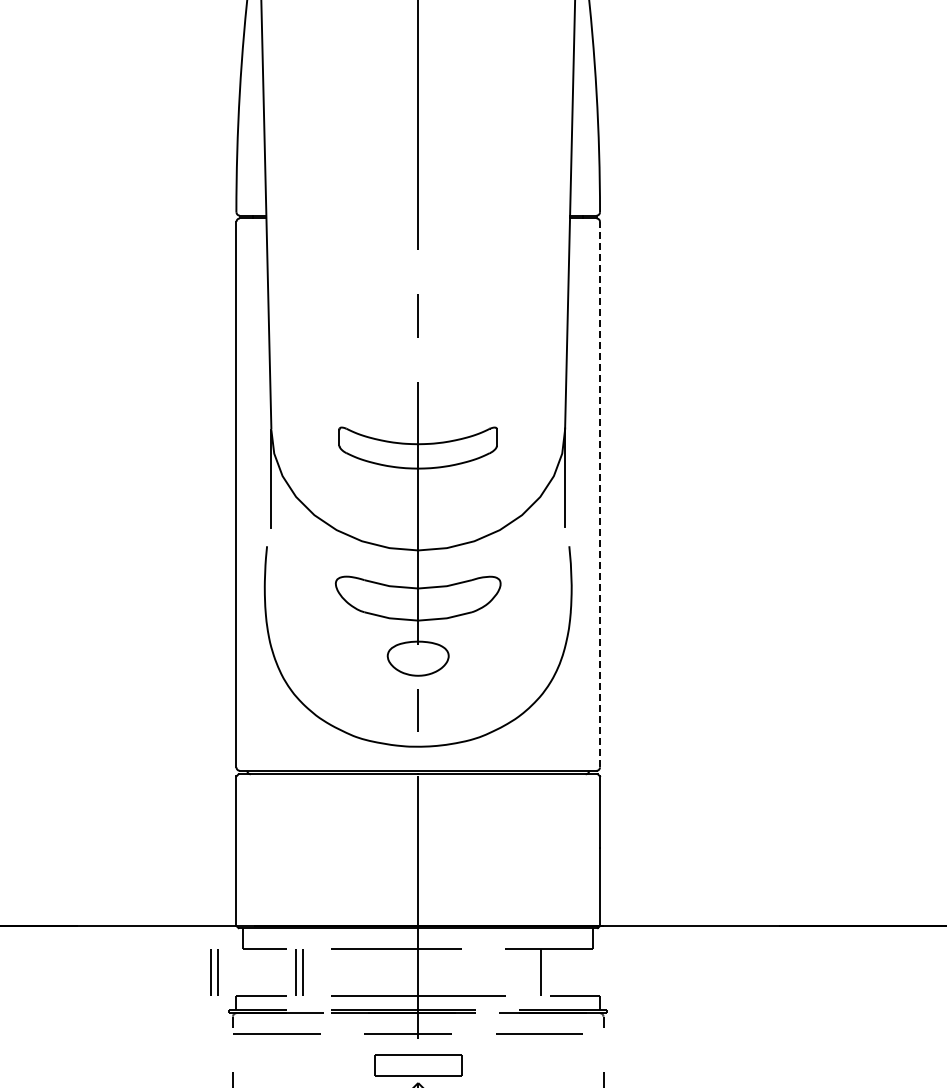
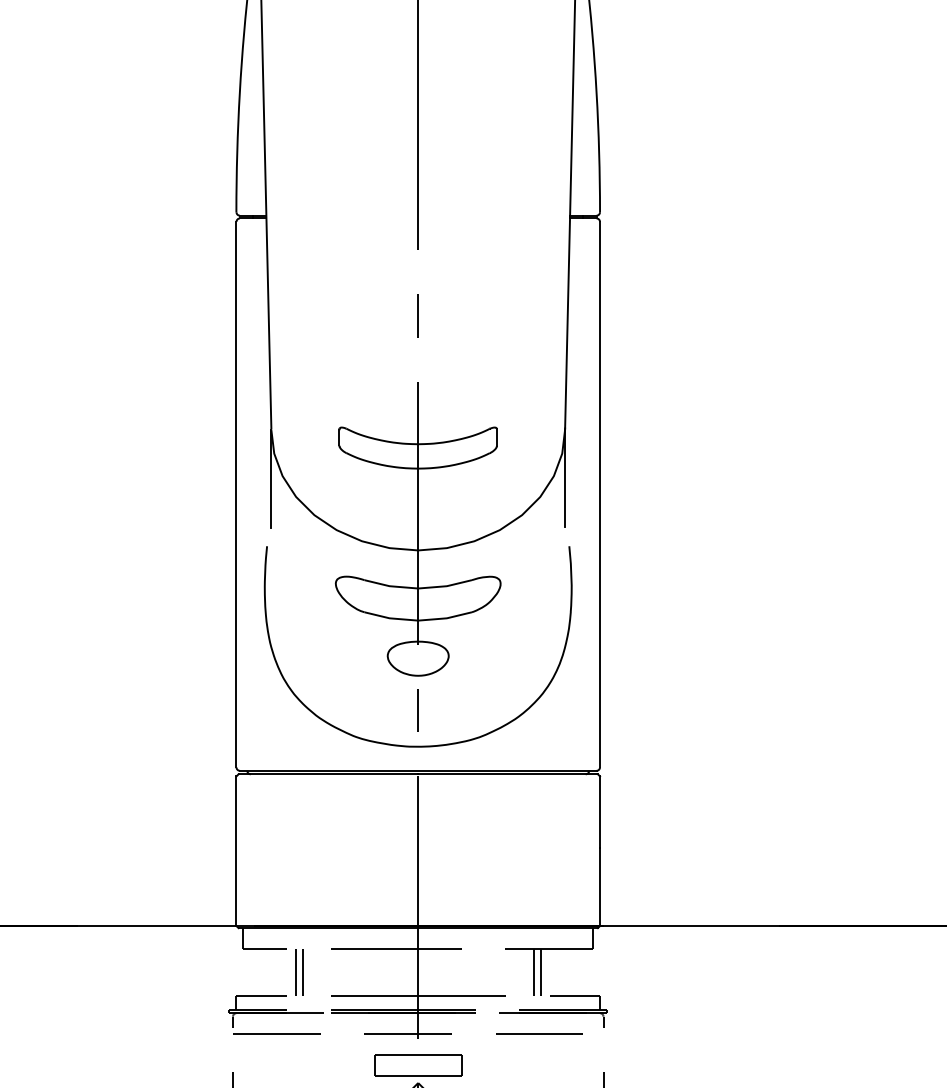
line at (600, 494): dashed -> solid
part at (214, 972): present -> none
line at (533, 972): none -> present
